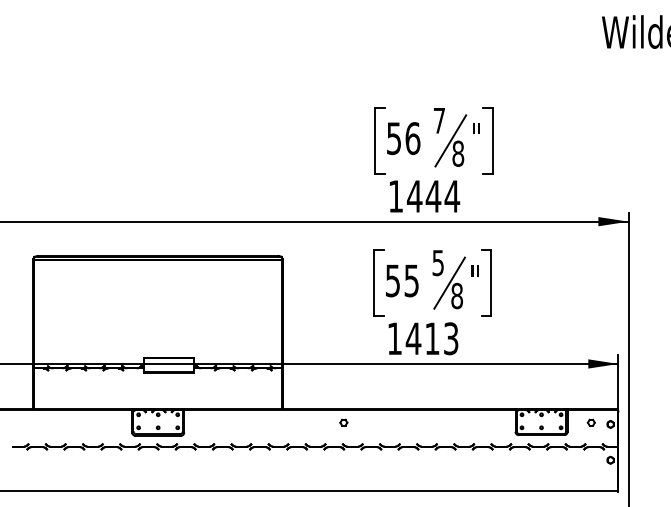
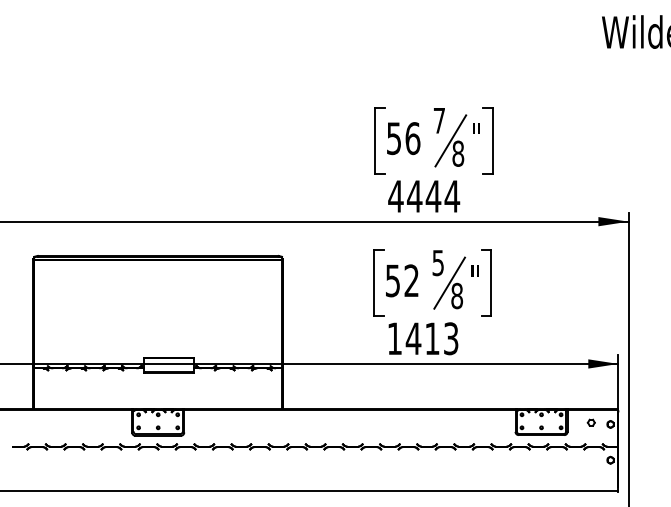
text at (395, 196): 1444 -> 4444
text at (411, 280): 55 -> 52
part at (343, 422): present -> none
